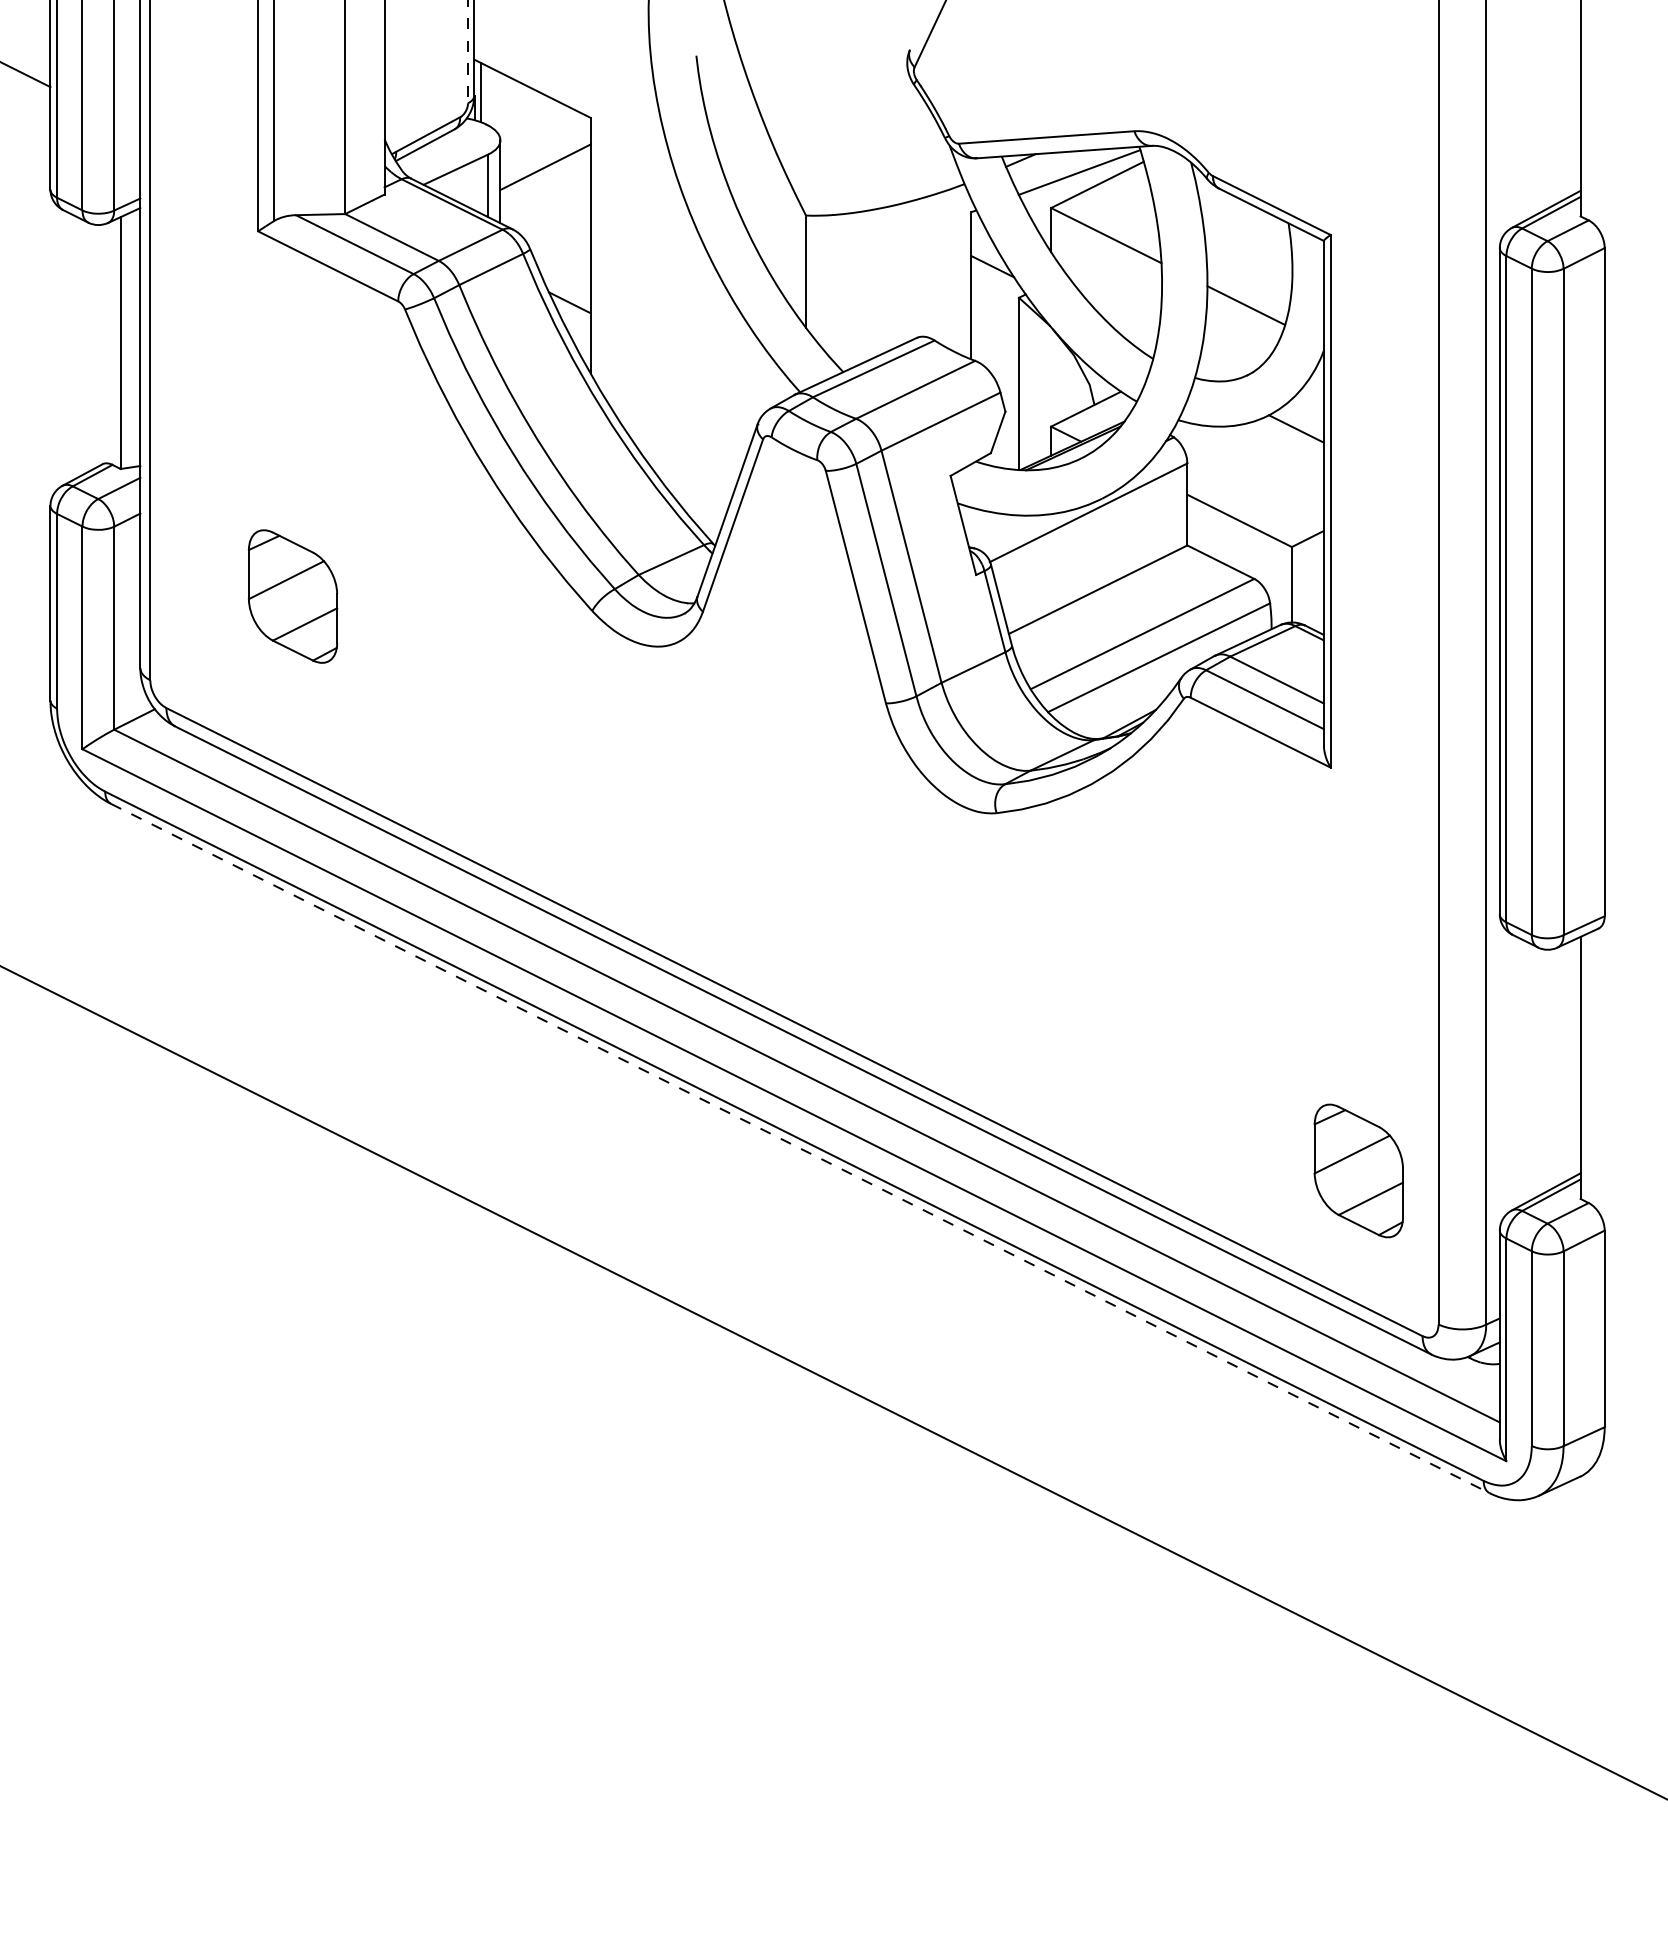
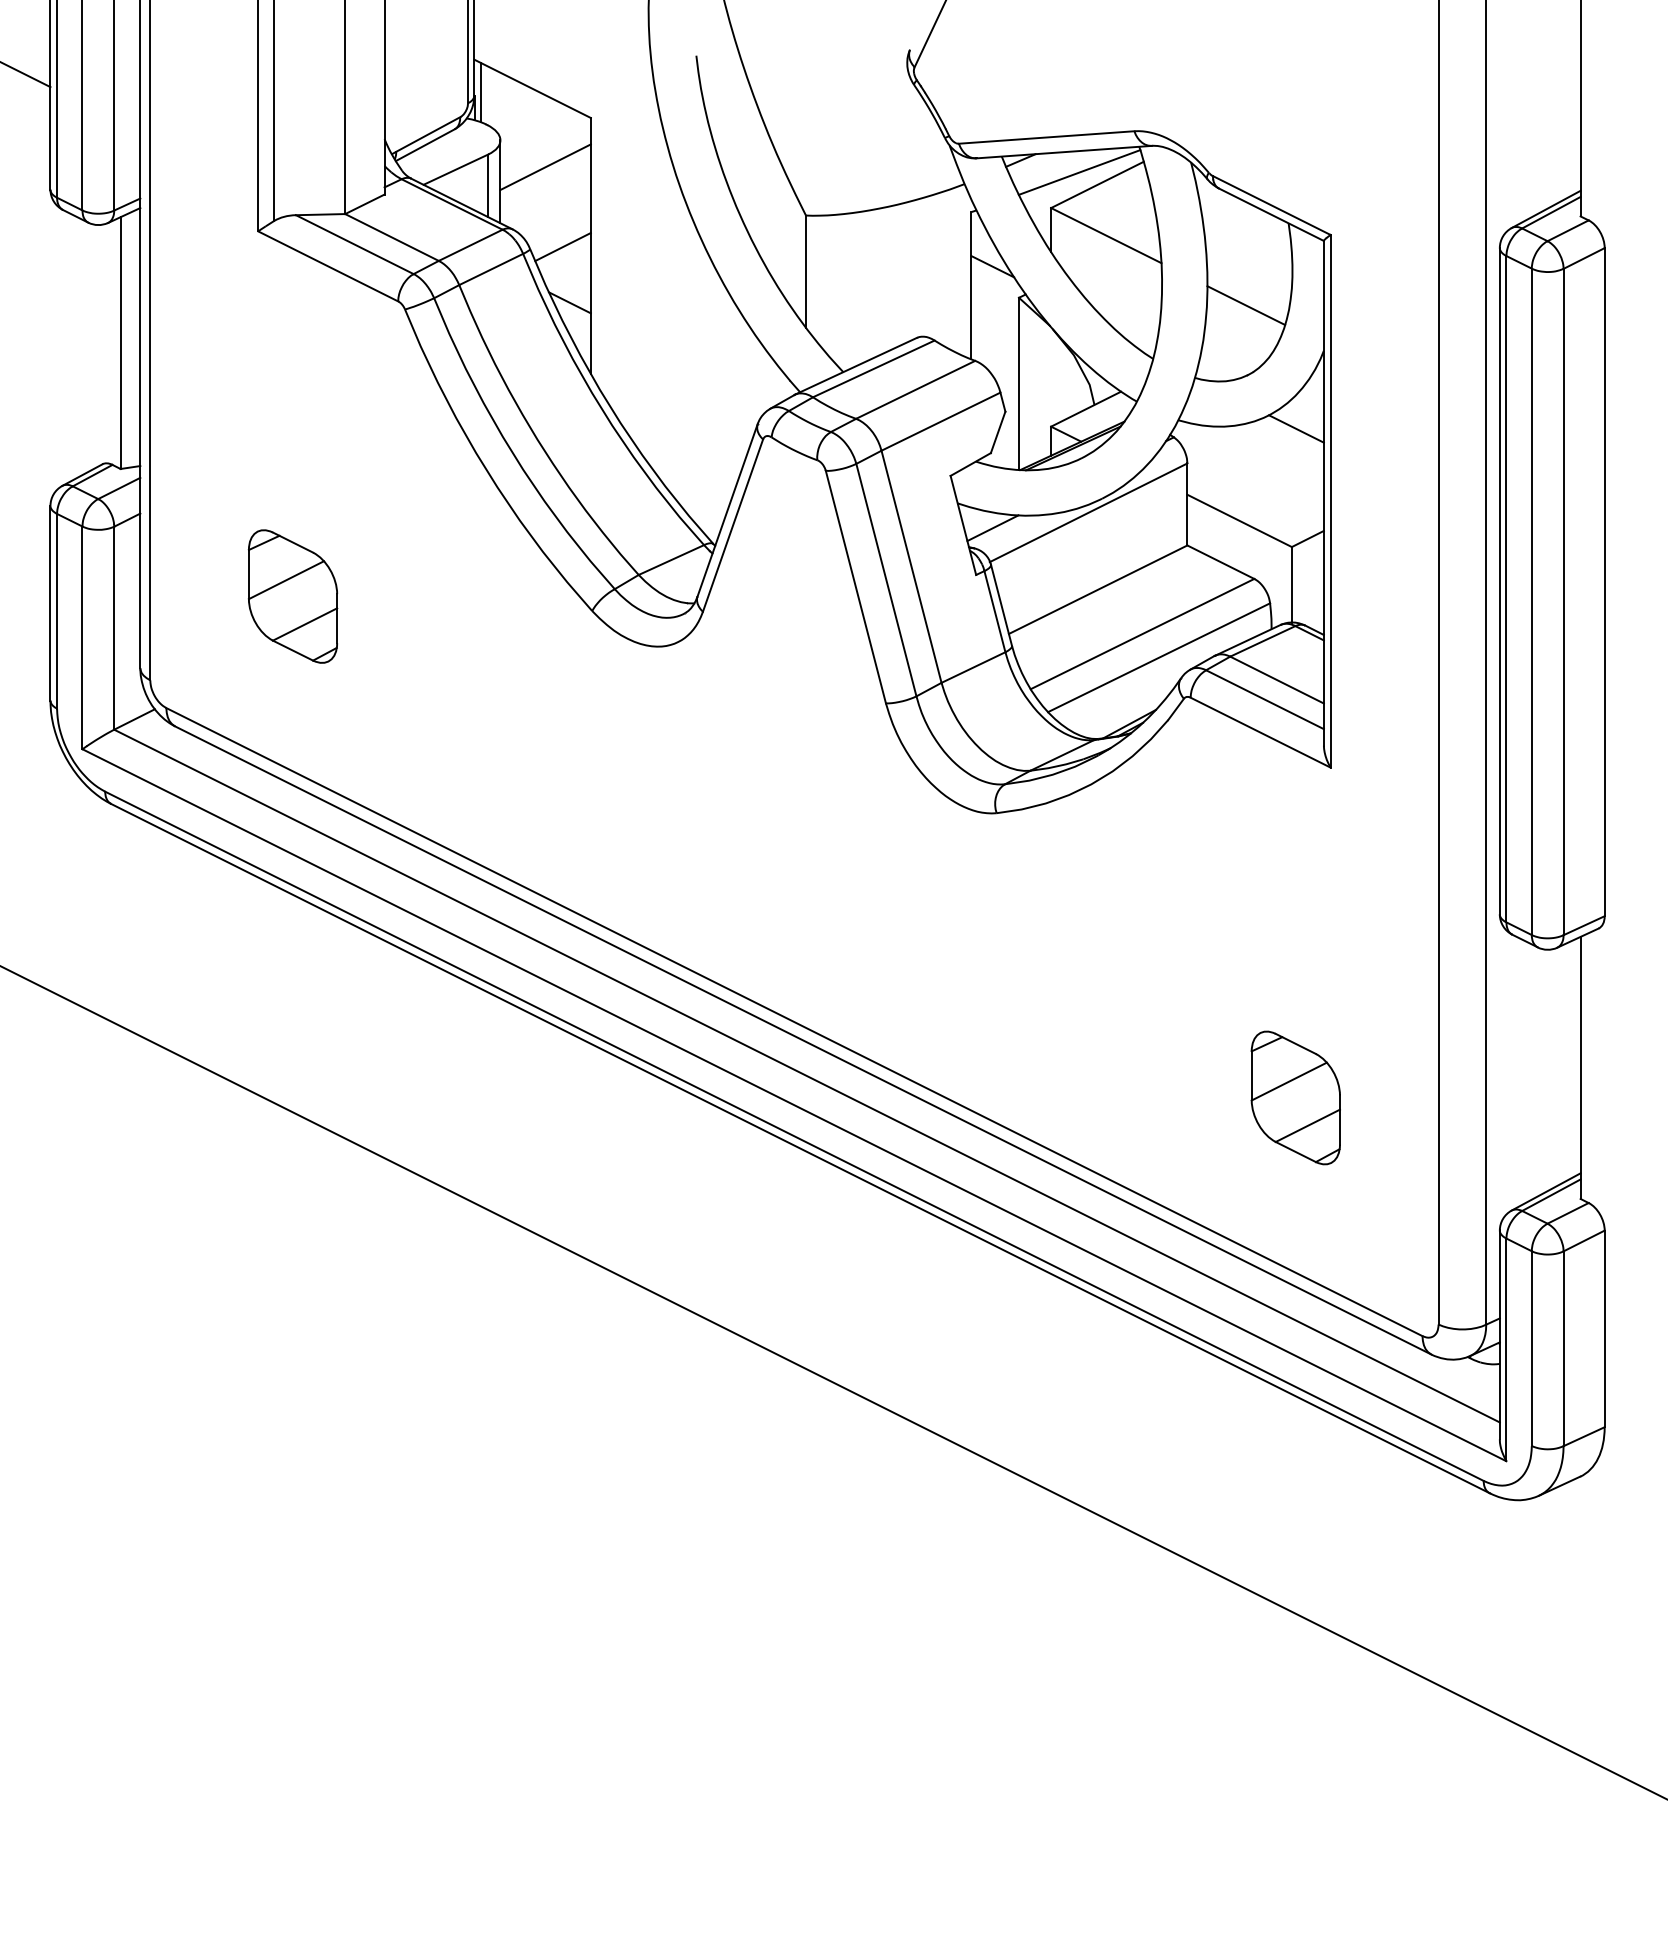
line at (467, 52): dashed -> solid
line at (562, 247): none -> present
line at (992, 528): none -> present
line at (800, 1148): dashed -> solid
part at (1358, 1170) position: (1358, 1170) -> (1295, 1097)
